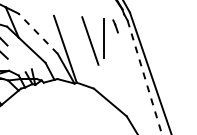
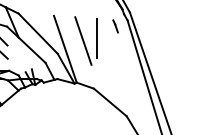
line at (37, 33): dashed -> solid
part at (92, 40) position: (92, 40) -> (85, 40)
line at (144, 77): dashed -> solid
